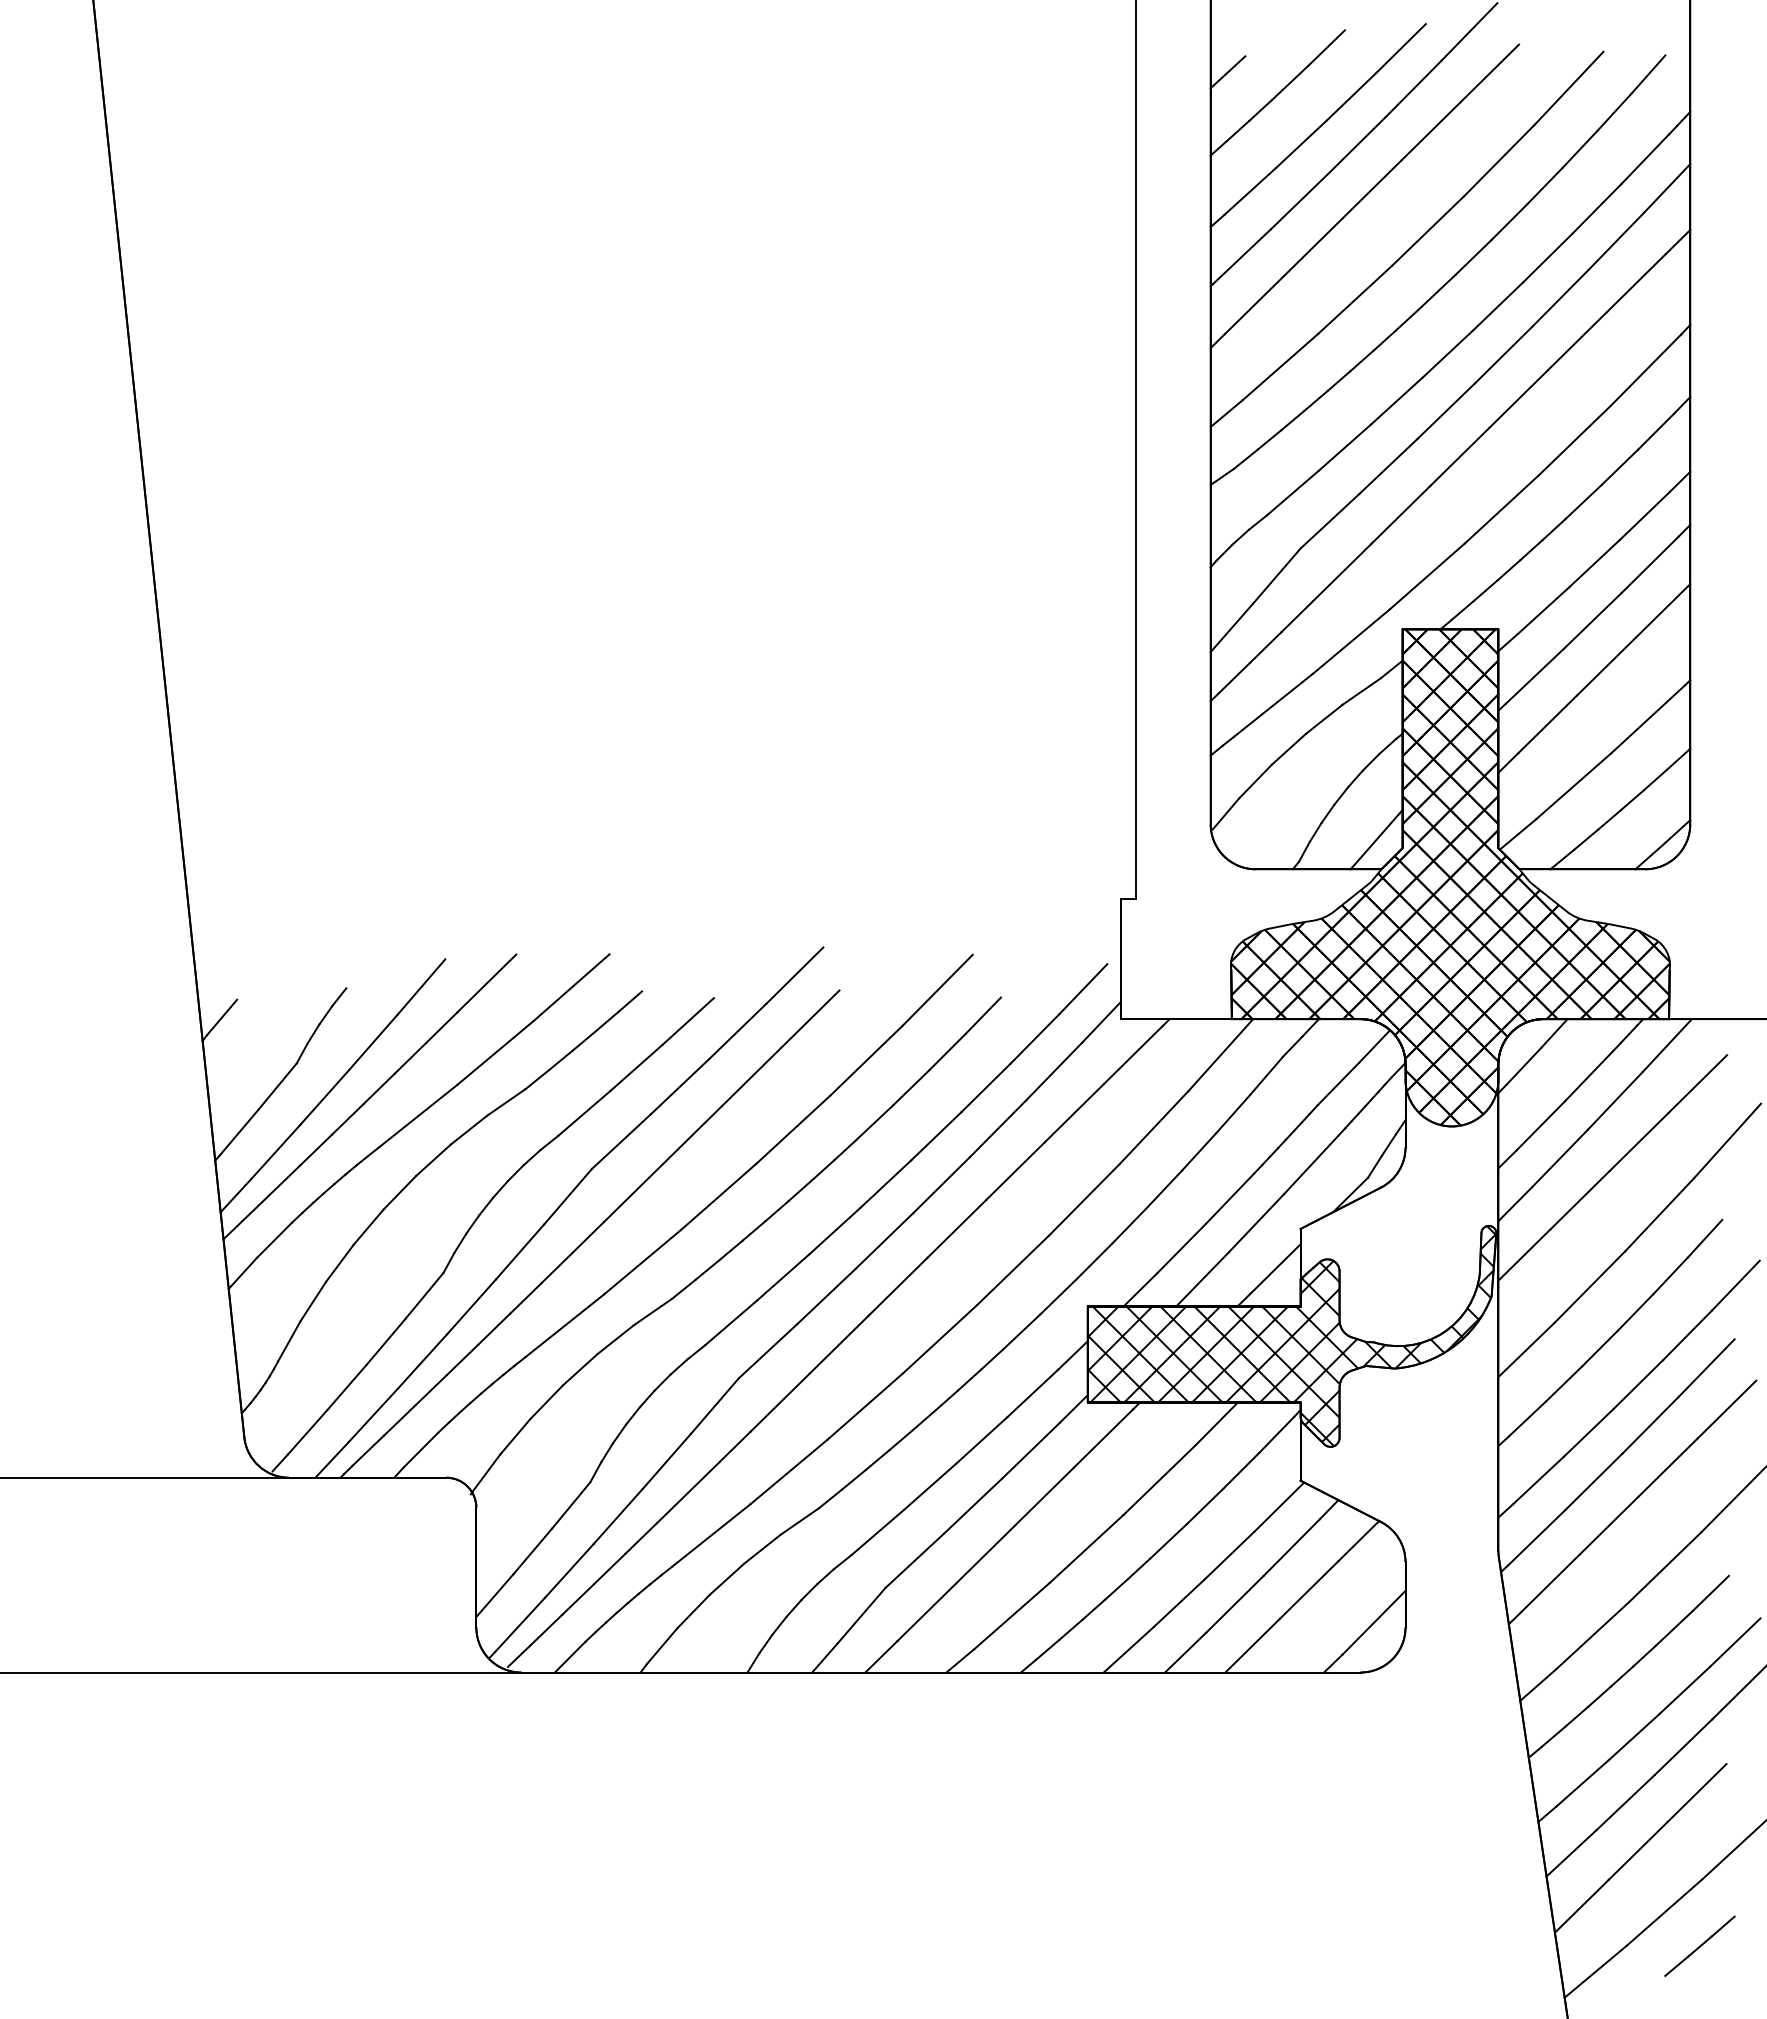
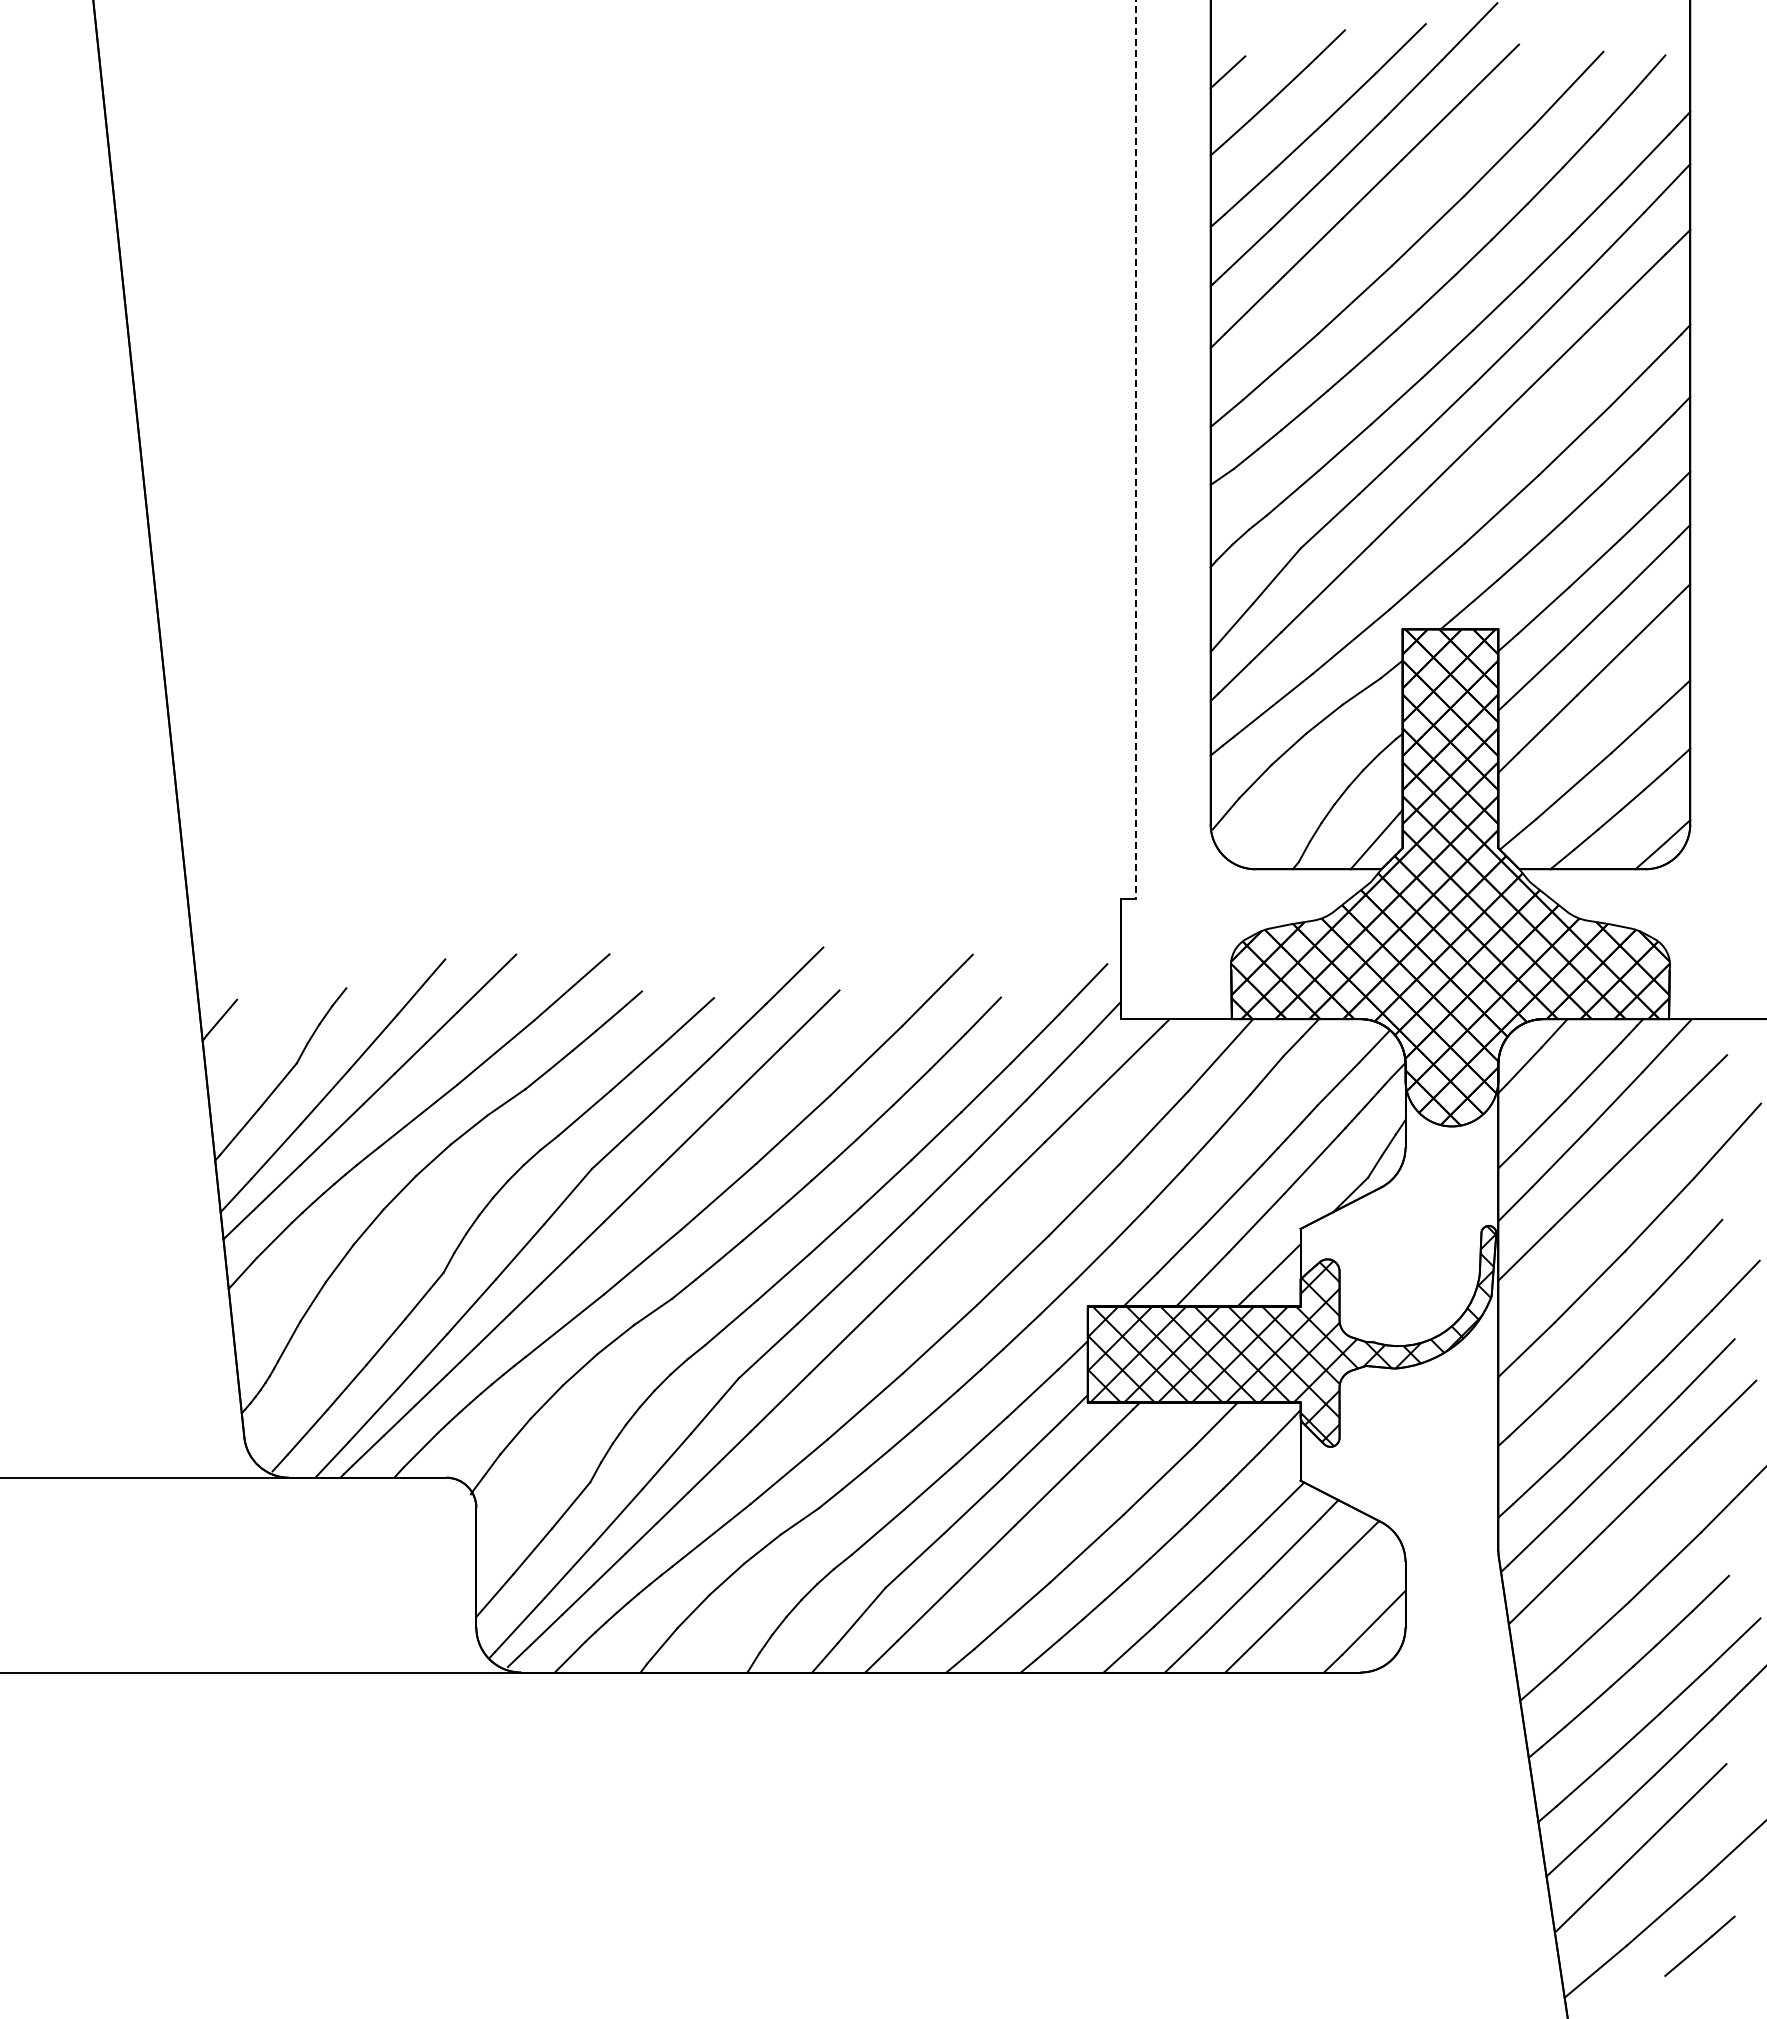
line at (1135, 450): solid -> dashed
